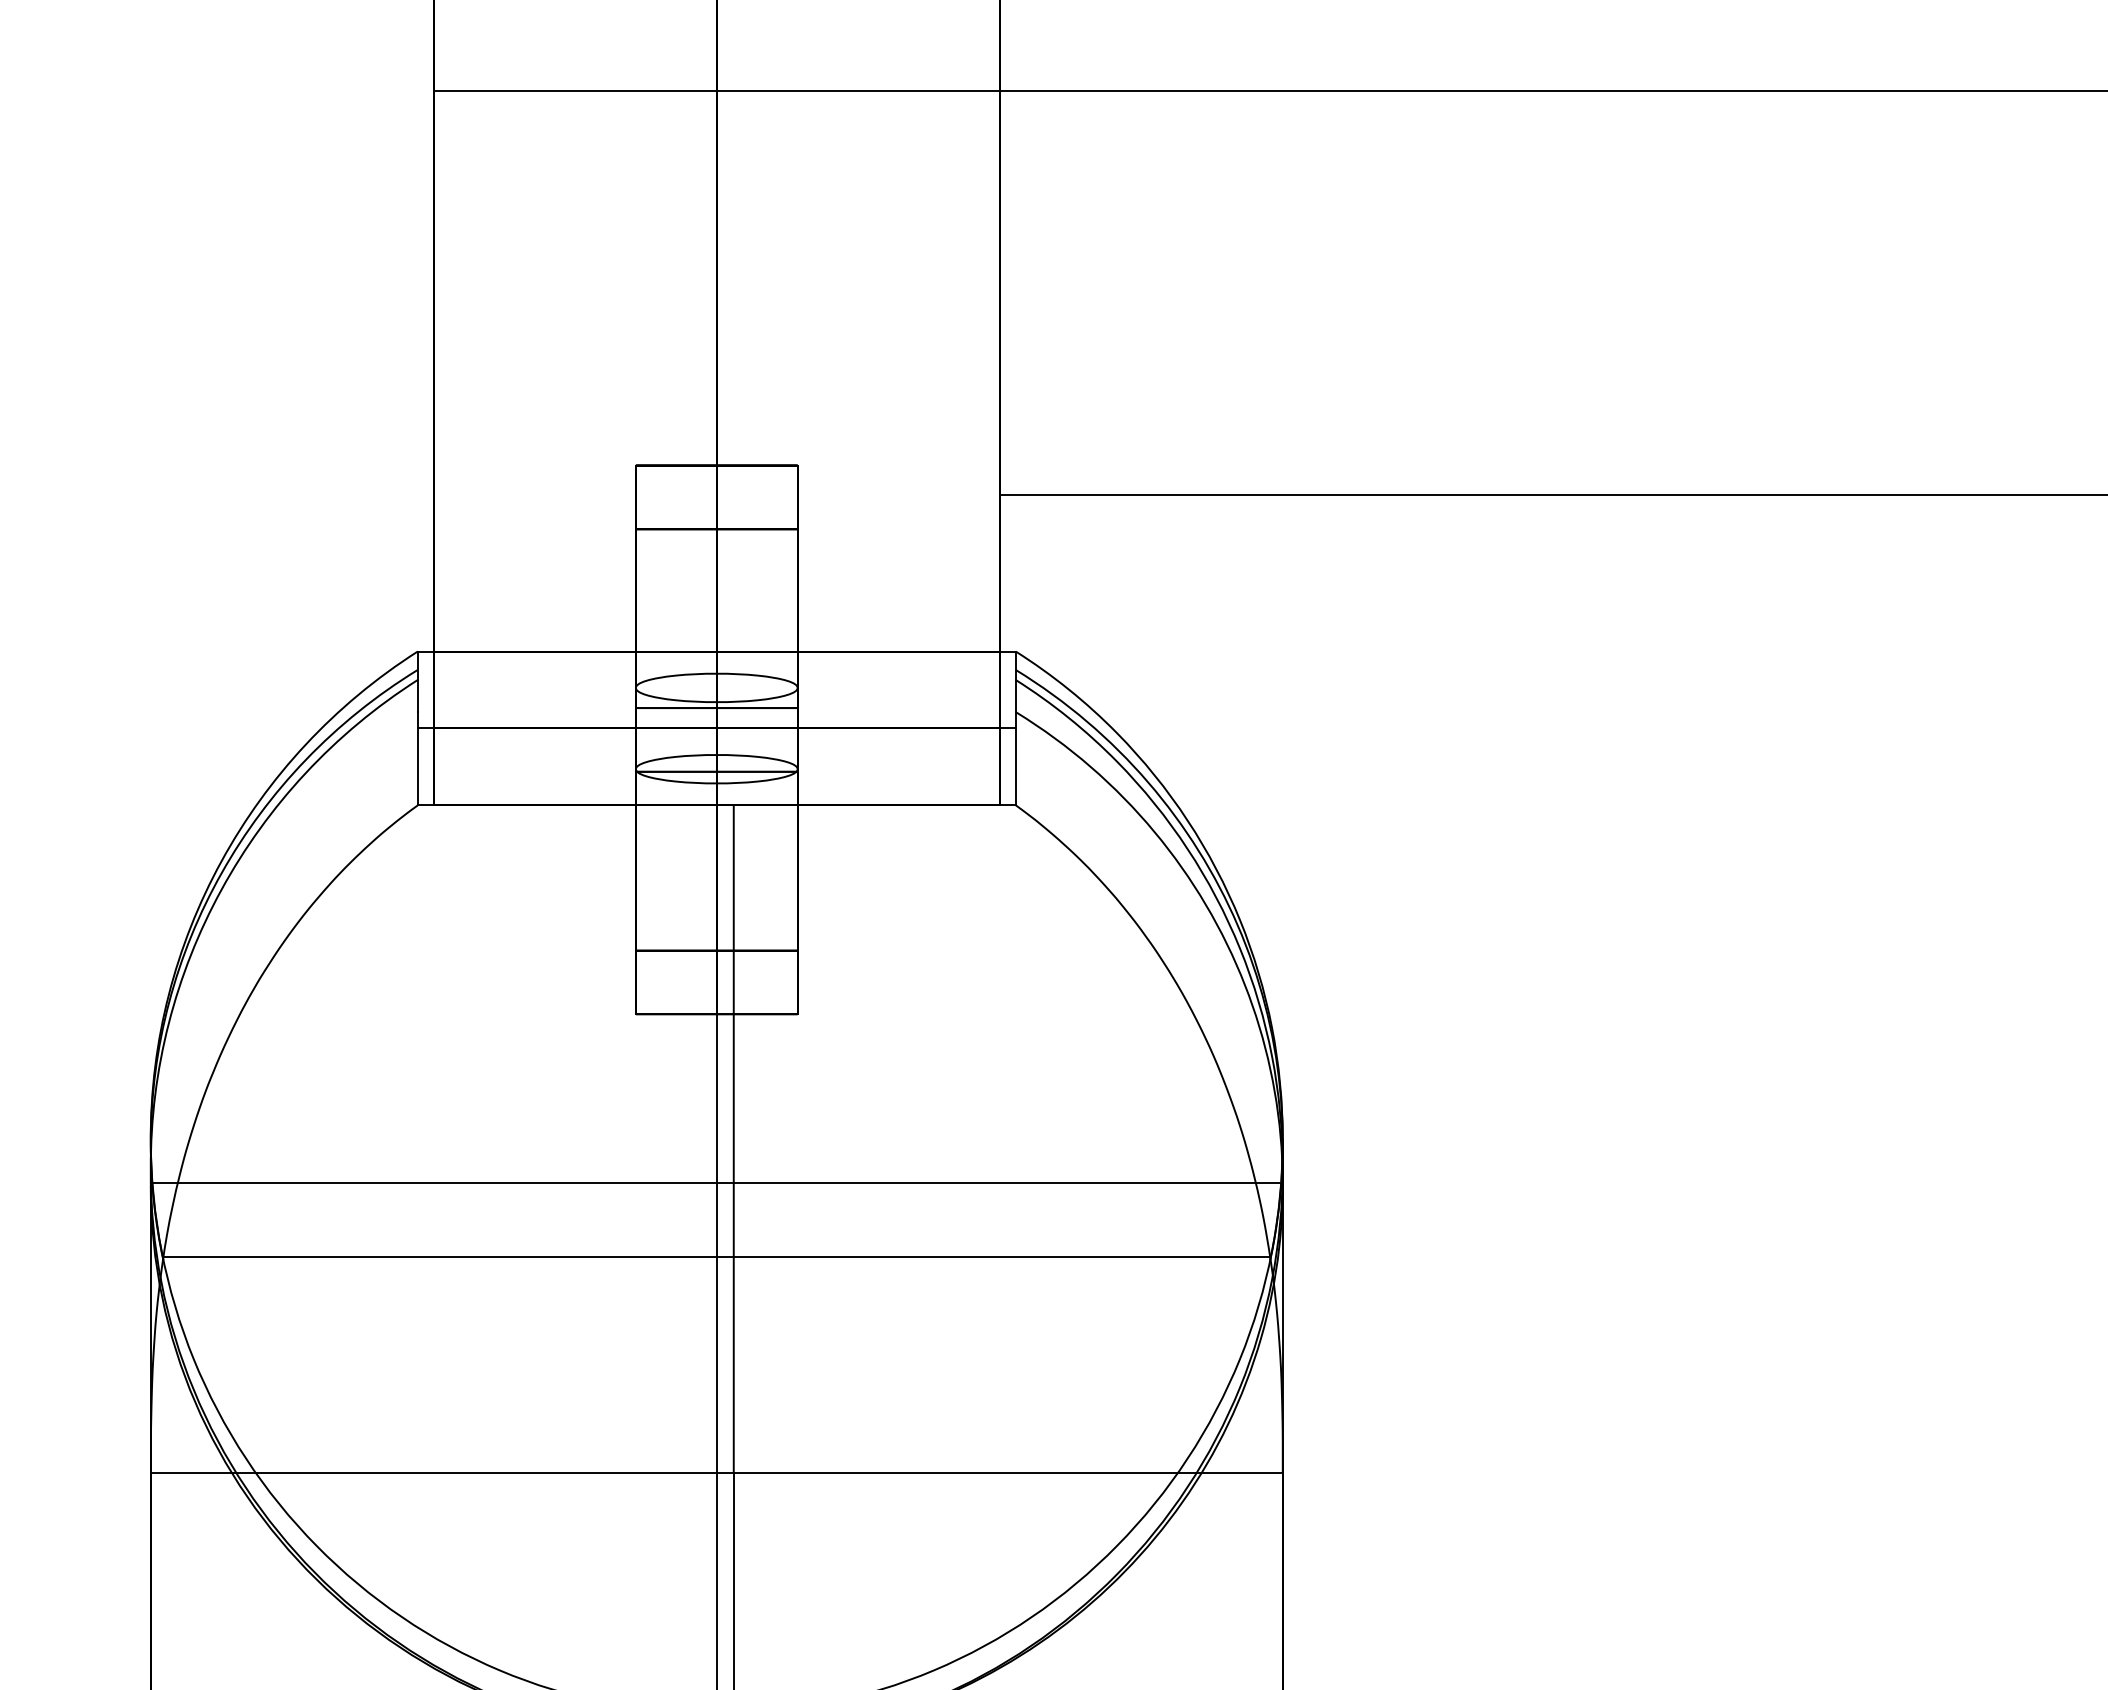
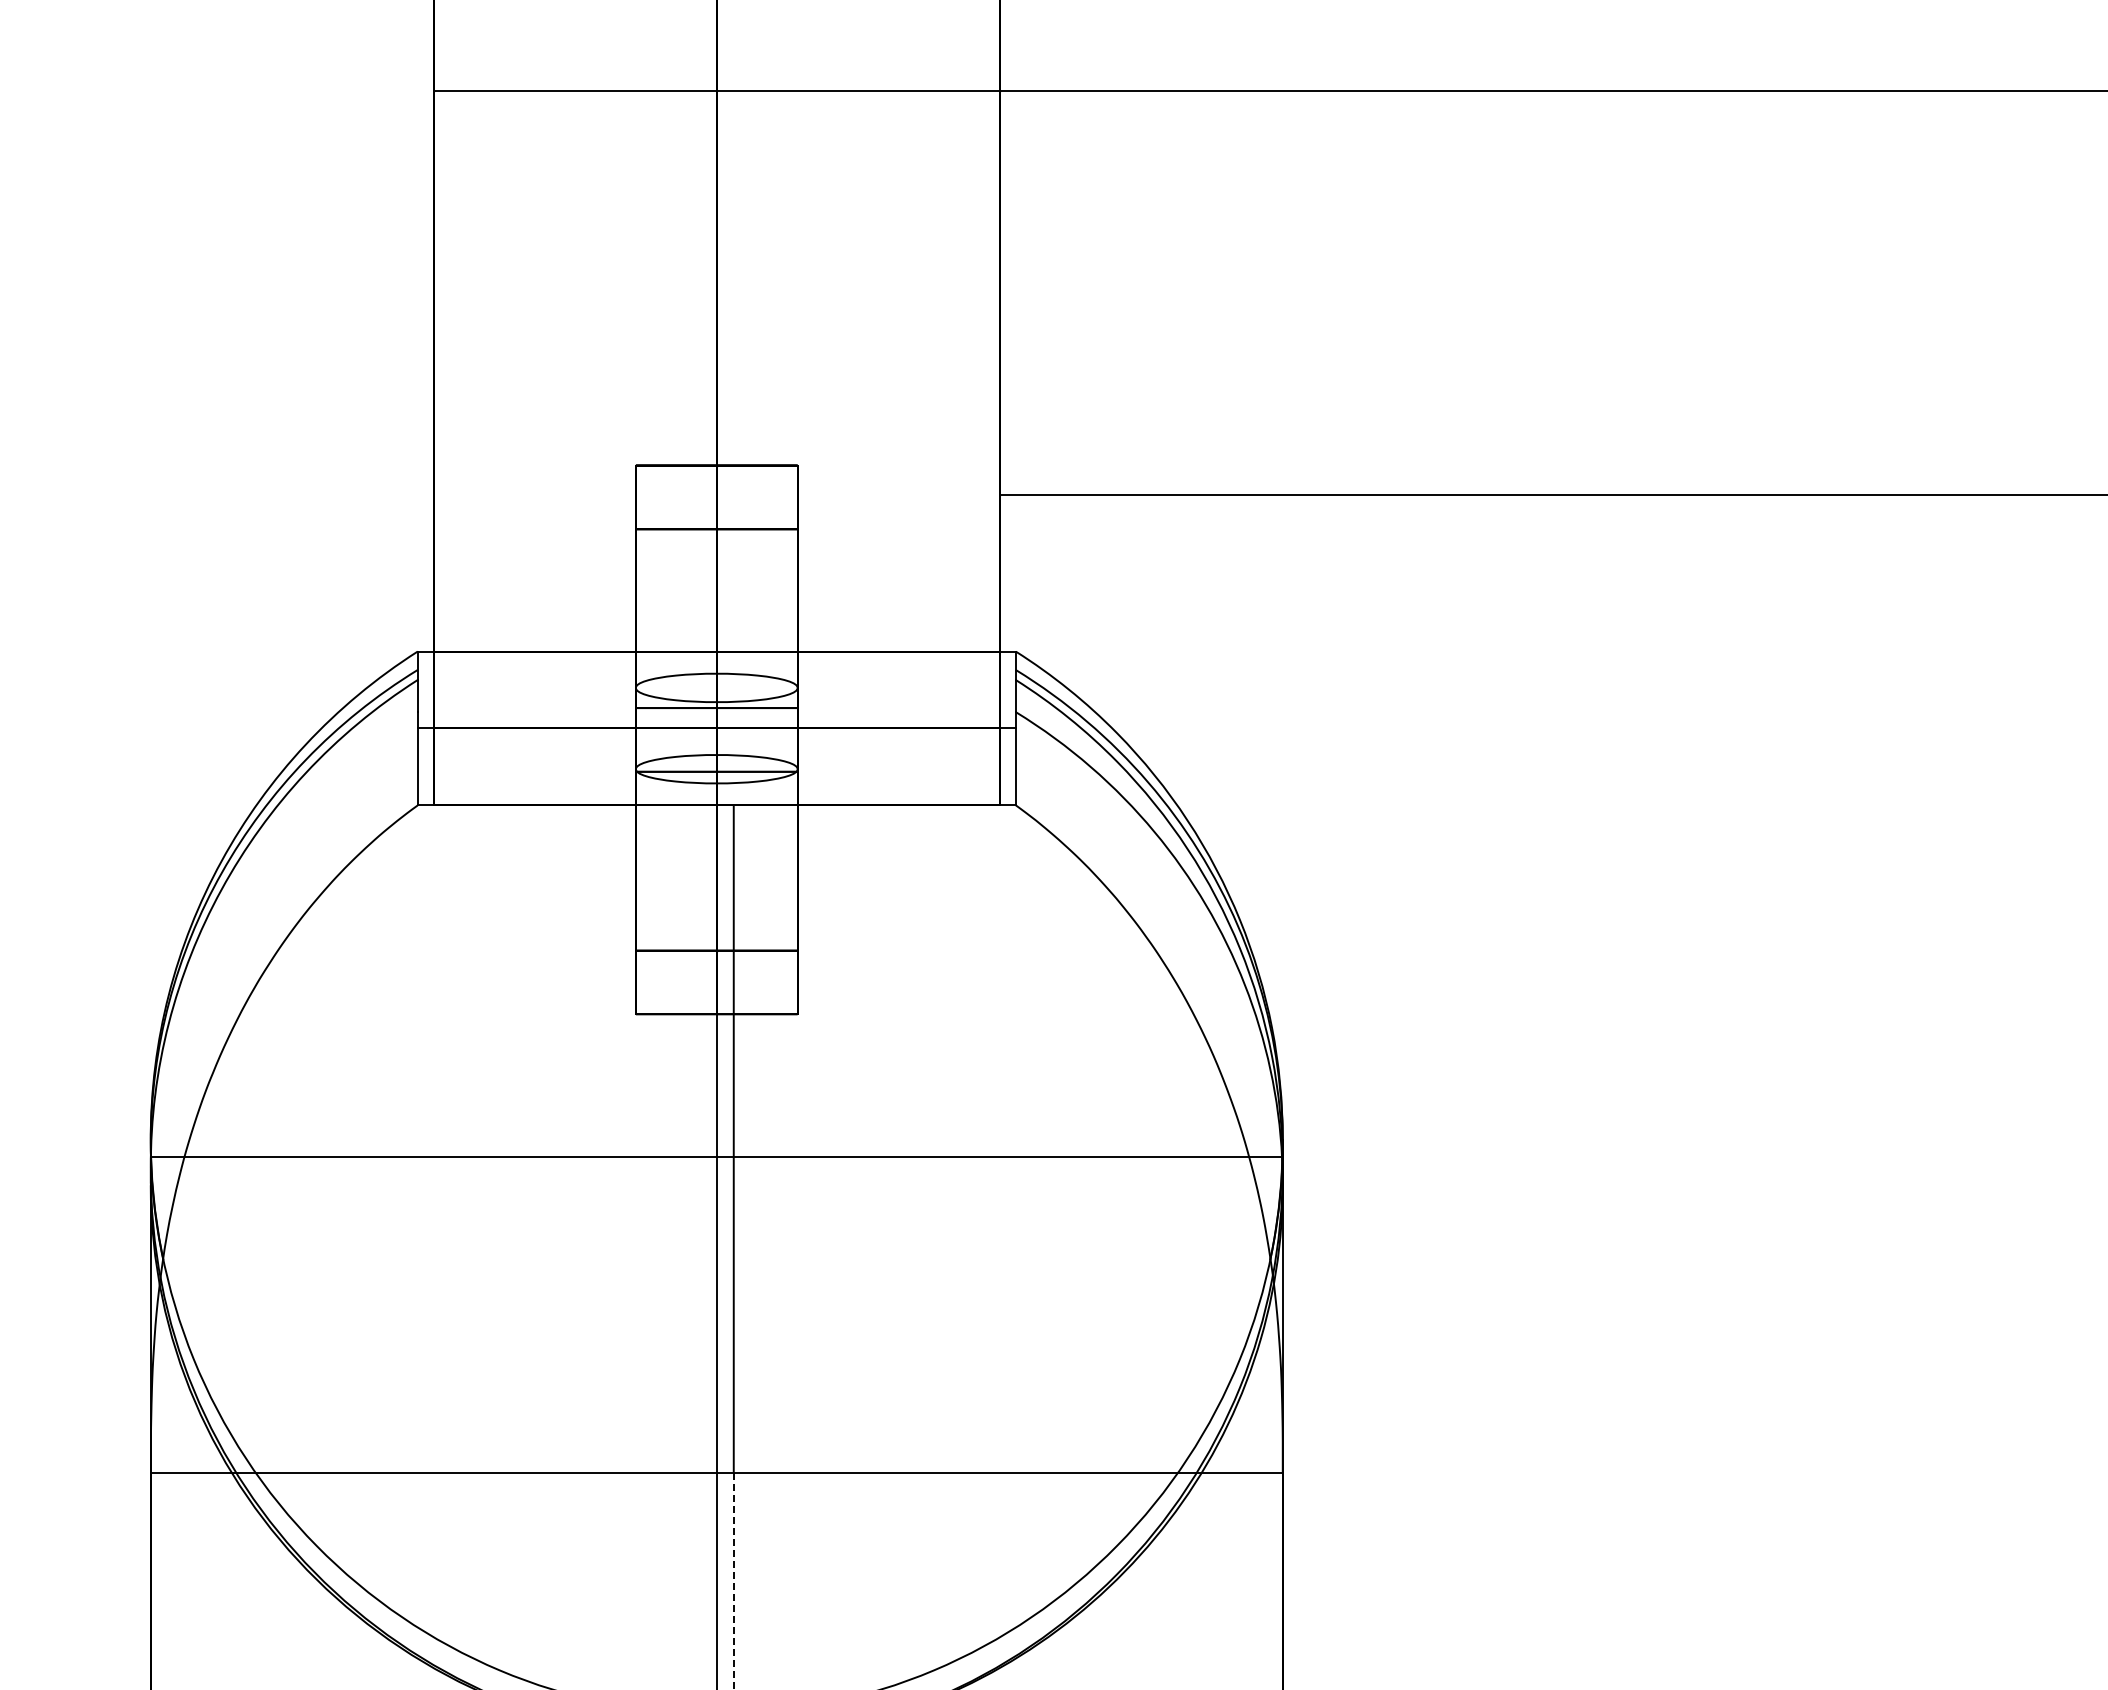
line at (716, 1183) position: (716, 1183) -> (716, 1157)
line at (716, 1256): present -> none
line at (733, 1581): solid -> dashed
